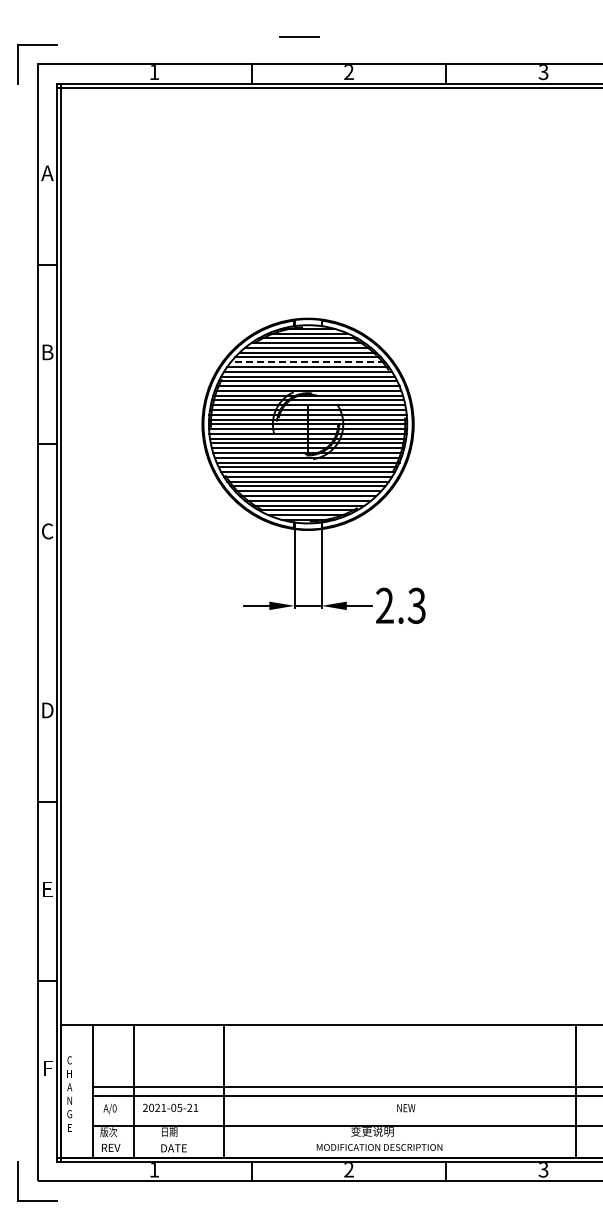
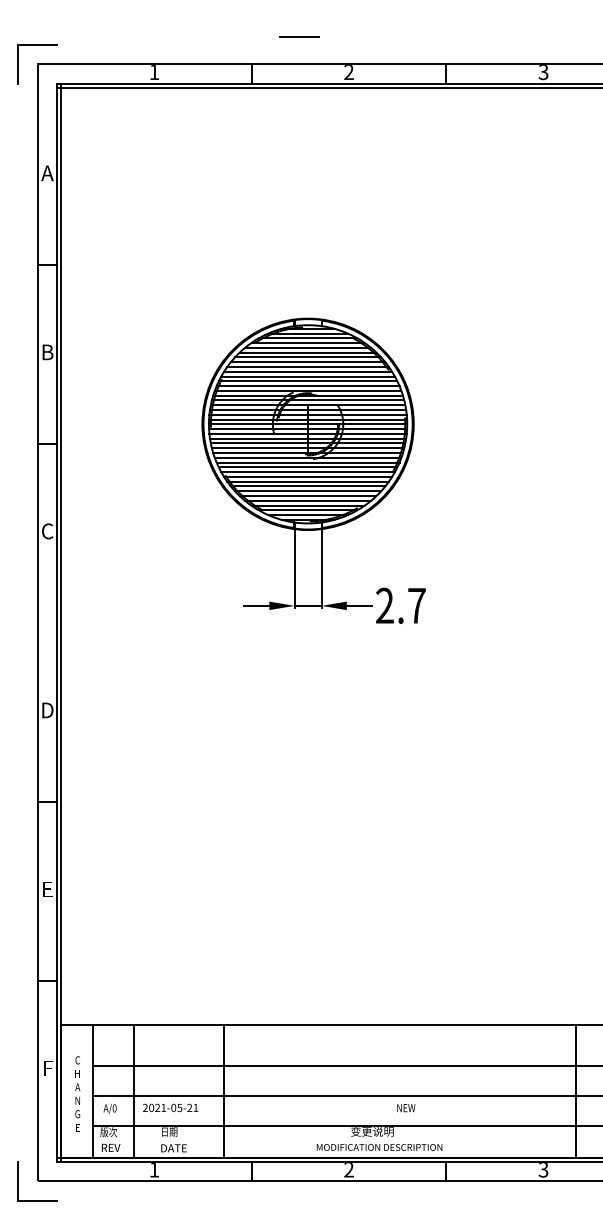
line at (307, 362): dashed -> solid
text at (416, 605): 2.3 -> 2.7
line at (345, 1087) position: (345, 1087) -> (345, 1066)
text at (69, 1093) position: (69, 1093) -> (77, 1093)
